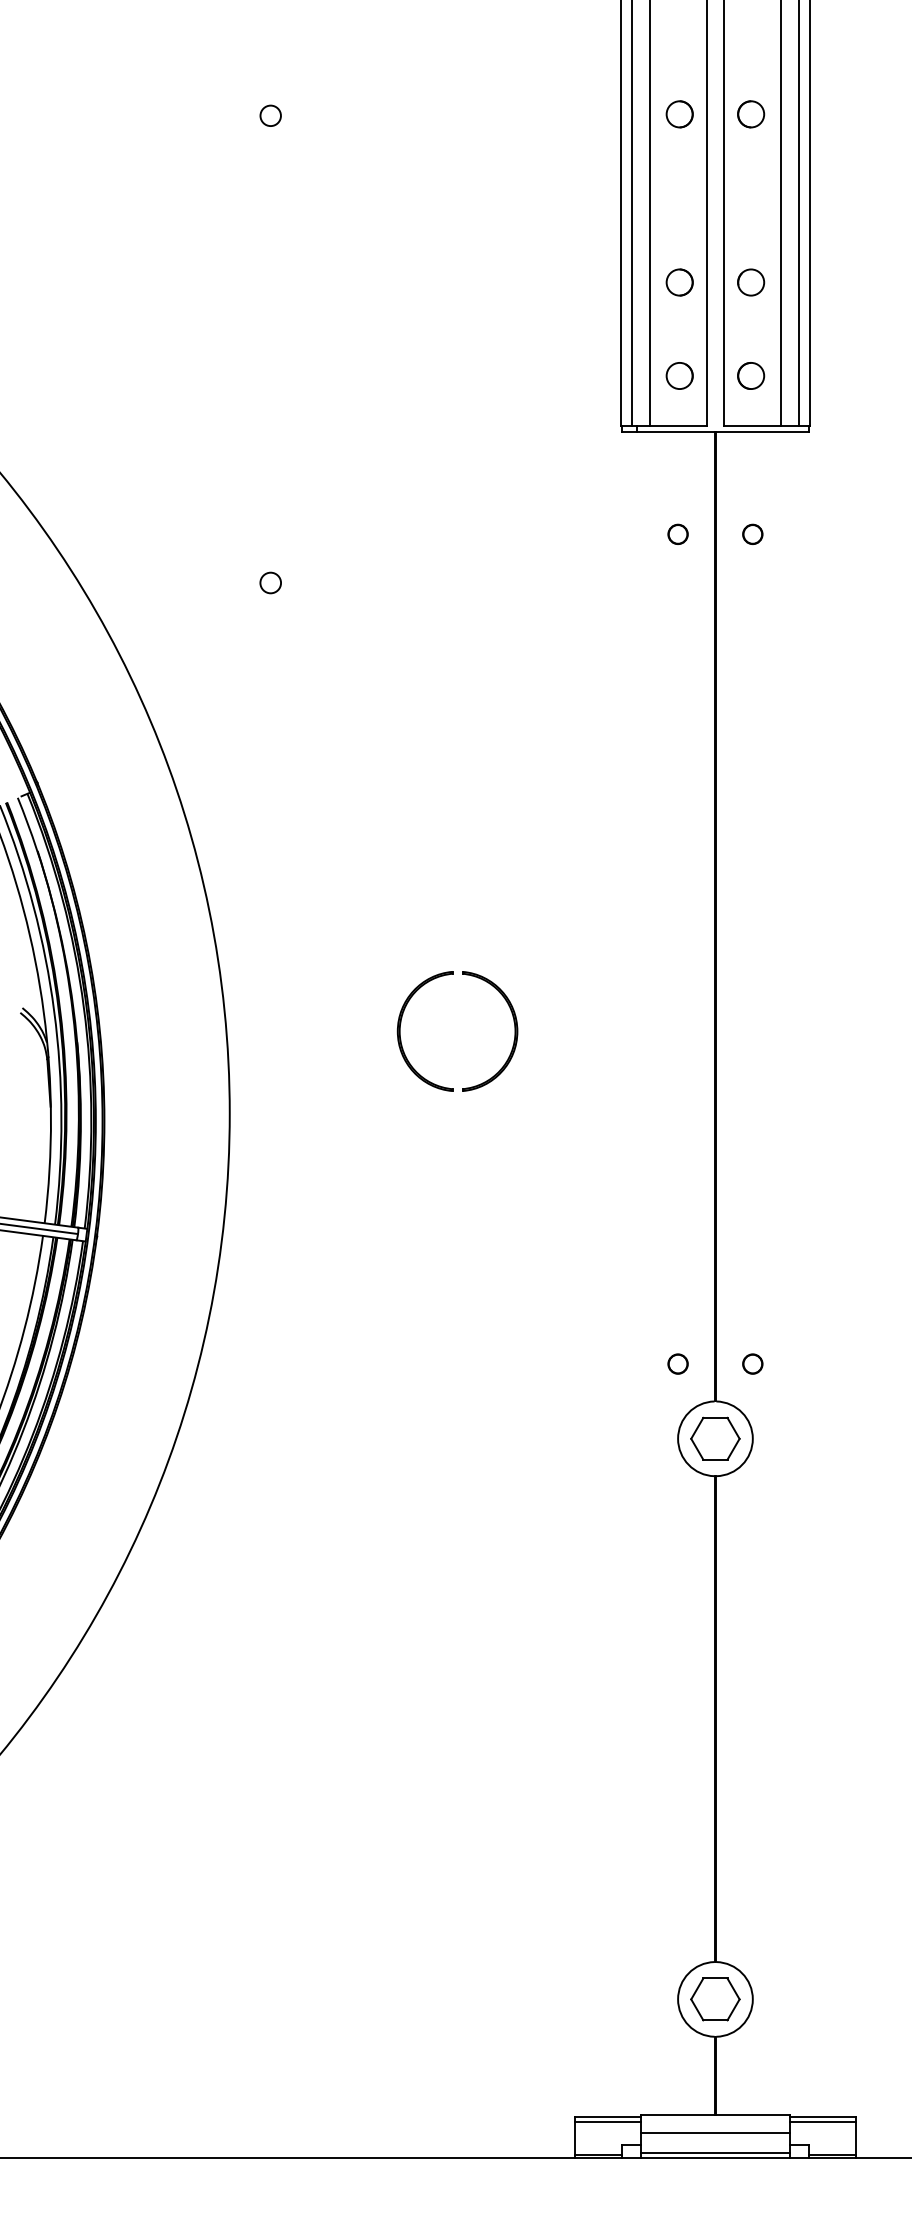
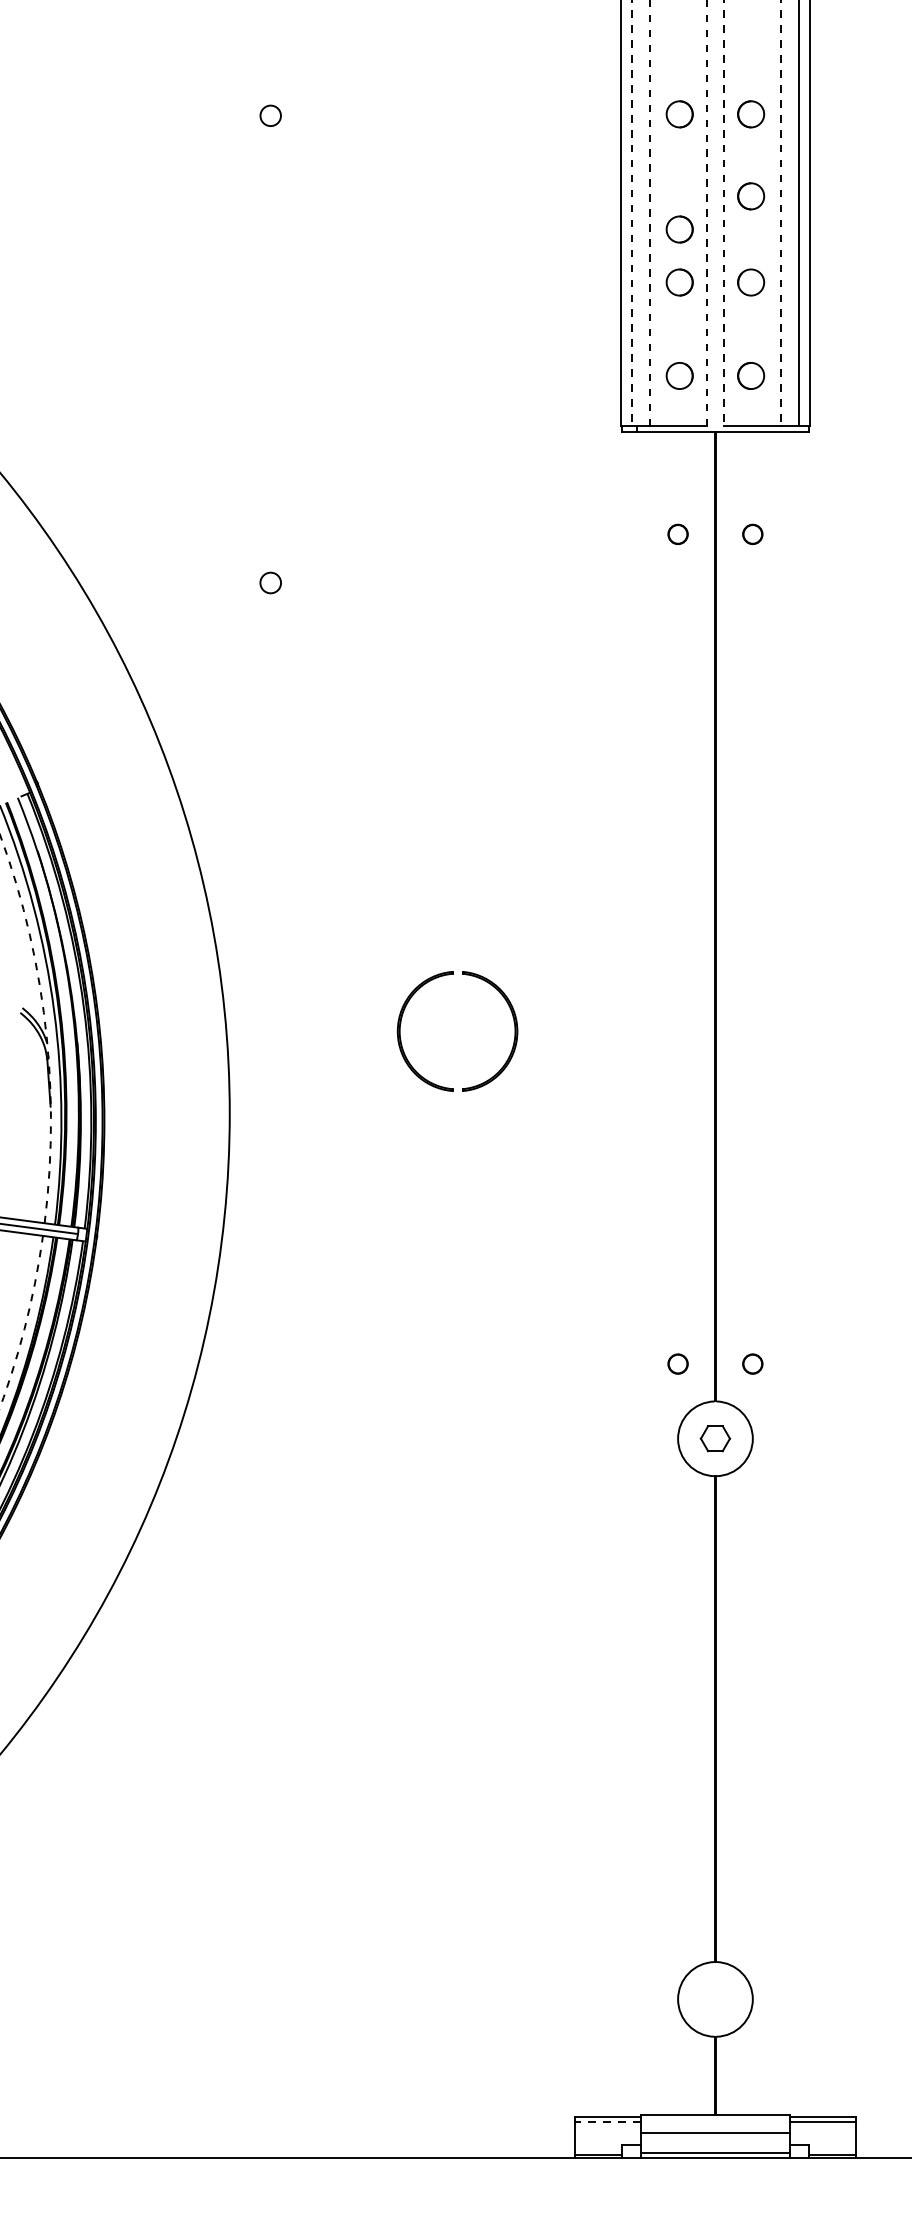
circle at (751, 196): none -> present
line at (632, 213): solid -> dashed
line at (650, 213): solid -> dashed
line at (706, 213): solid -> dashed
line at (724, 213): solid -> dashed
line at (780, 213): solid -> dashed
circle at (679, 229): none -> present
arc at (45, 1026): solid -> dashed
arc at (26, 1322): solid -> dashed
part at (715, 1438) size: 51x45 px -> 33x28 px
part at (715, 1999): present -> none
line at (608, 2122): solid -> dashed
